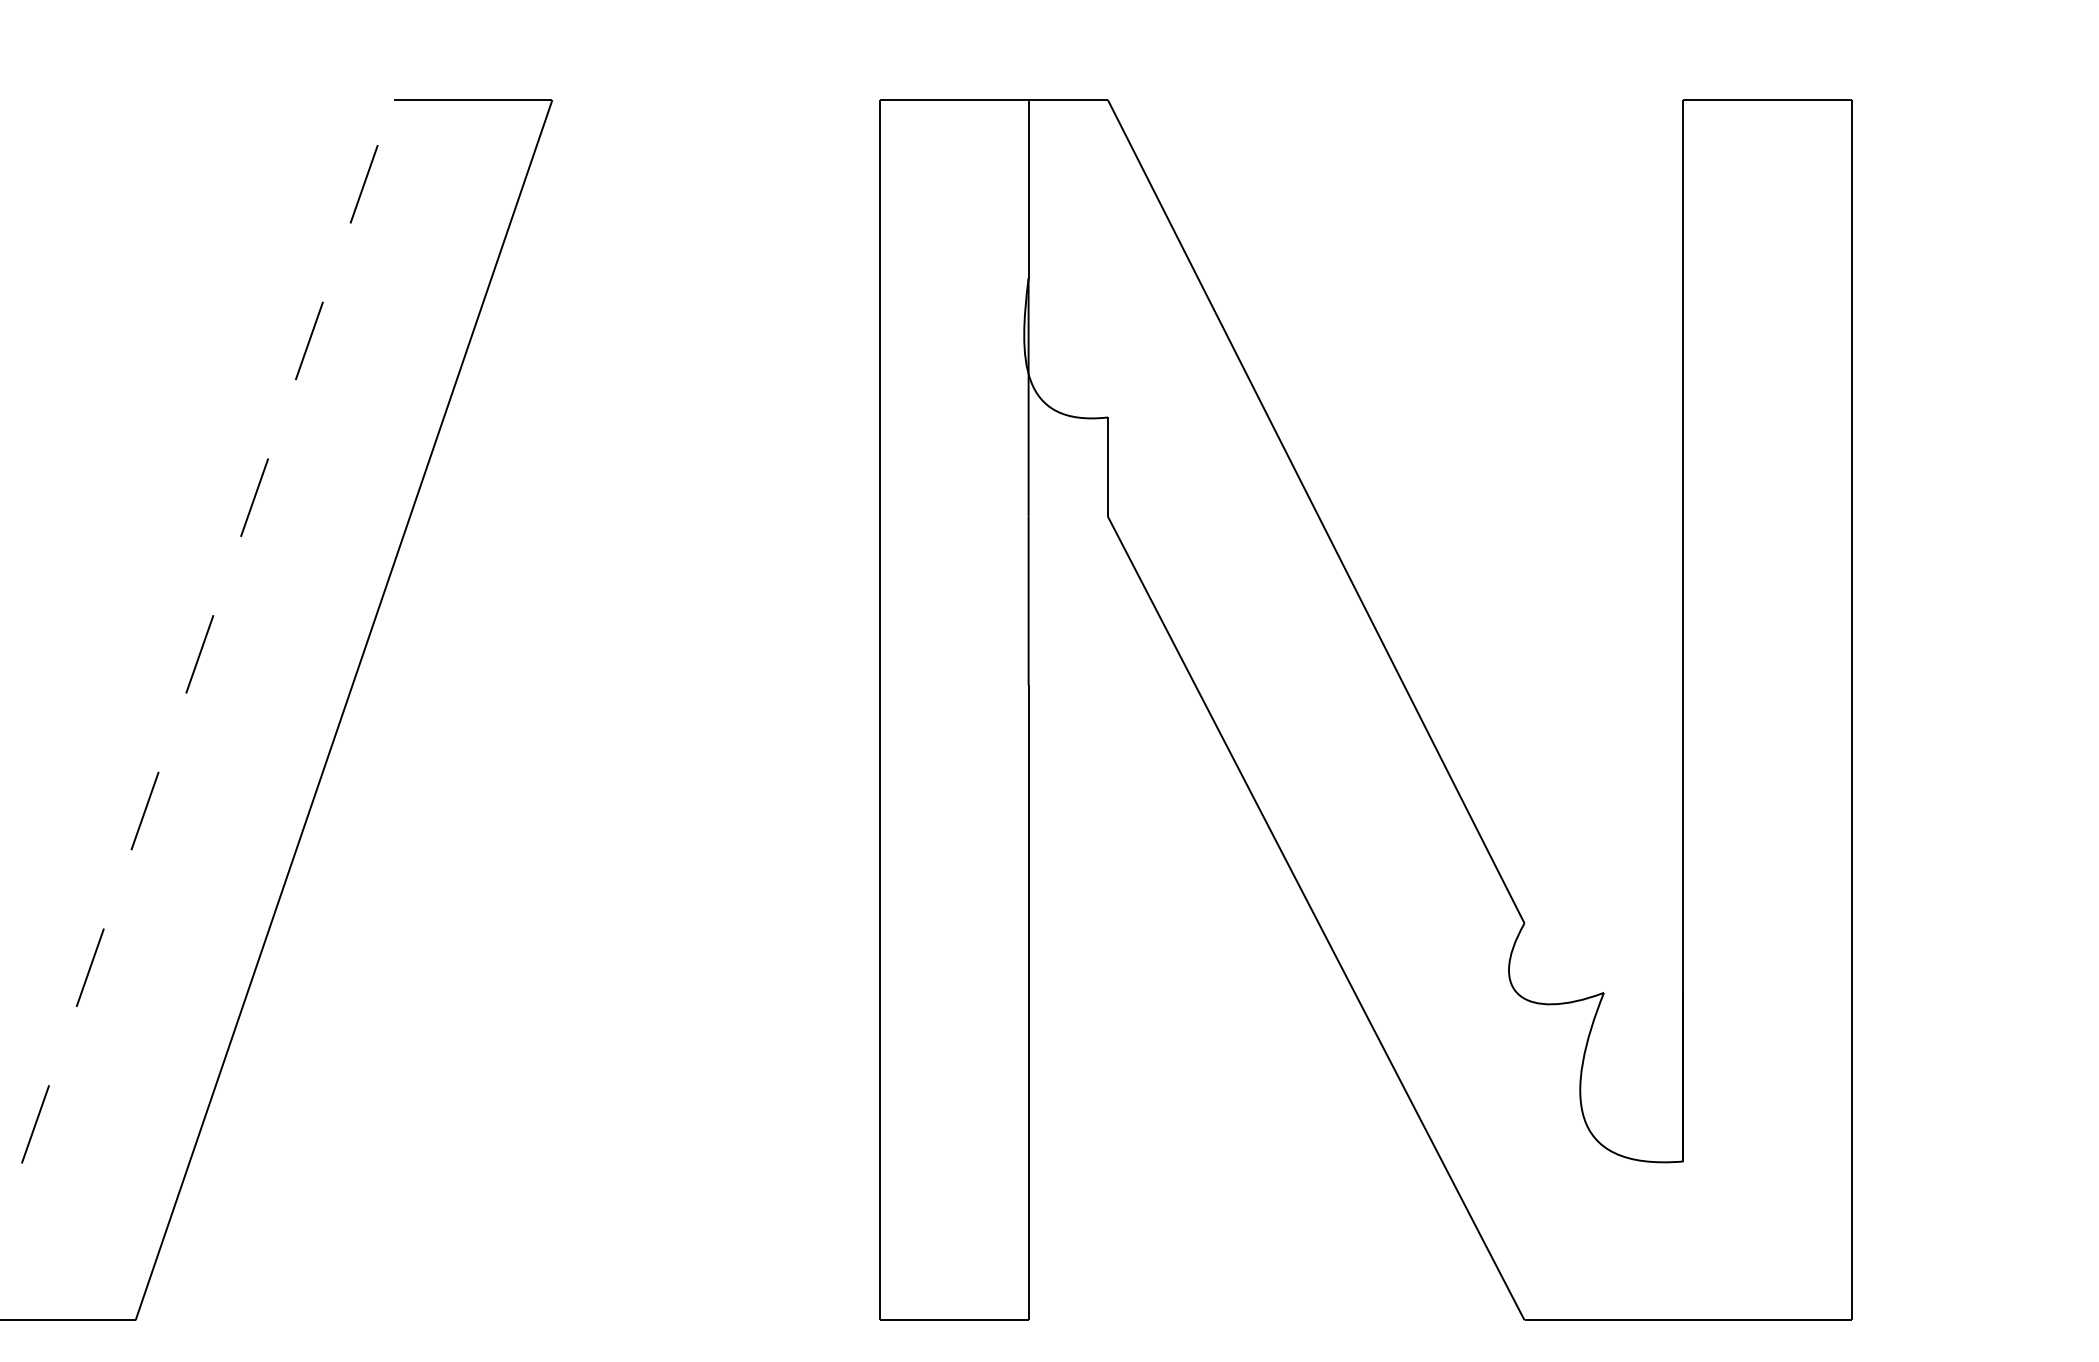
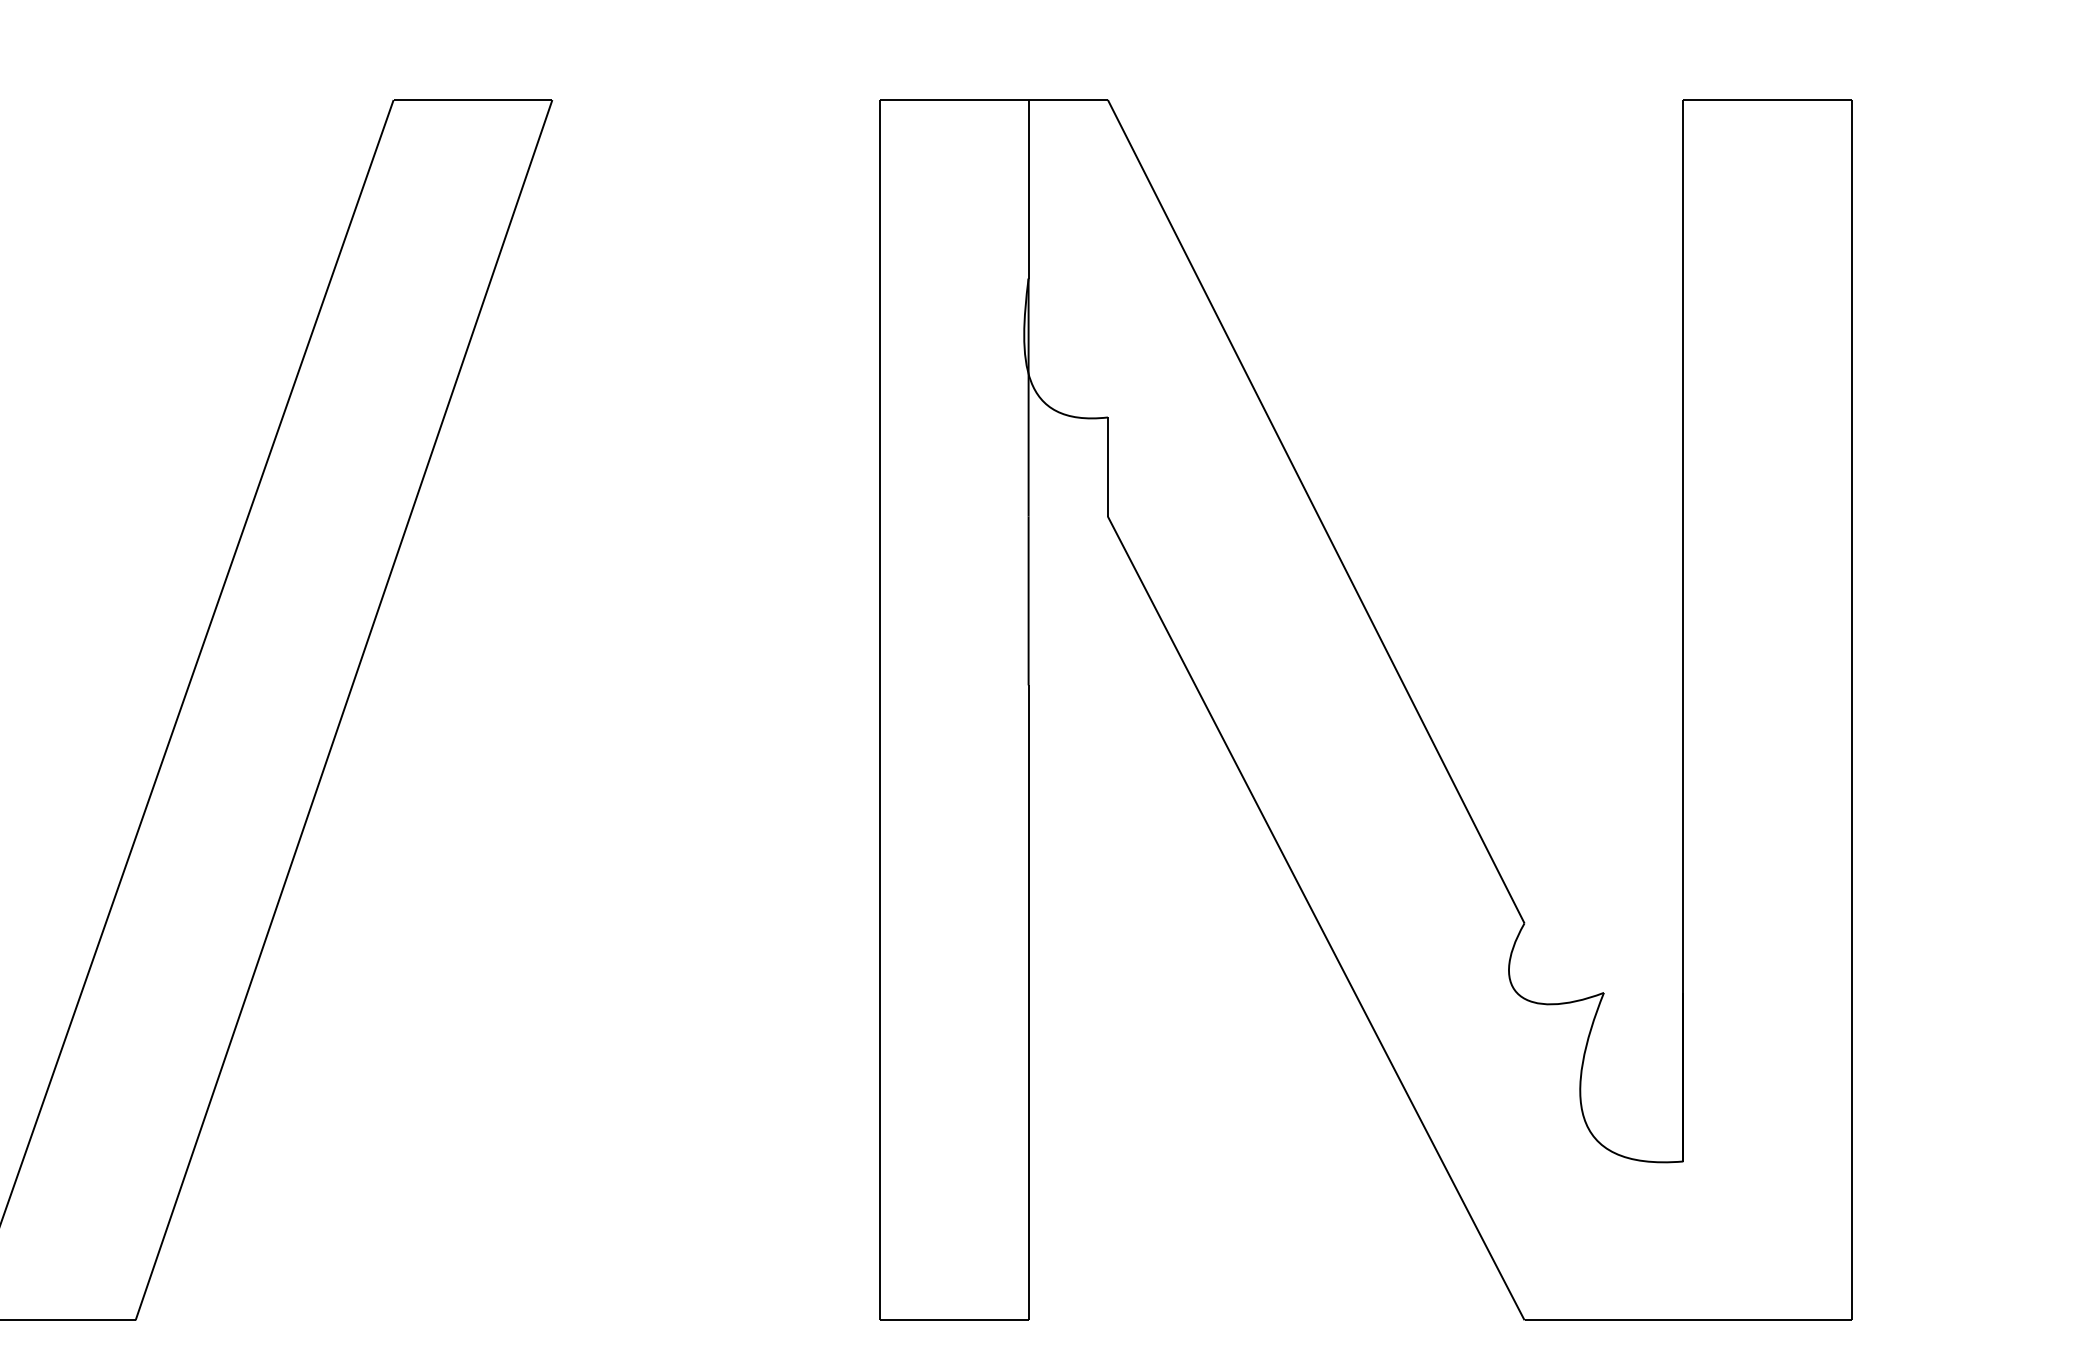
line at (197, 662): dashed -> solid
